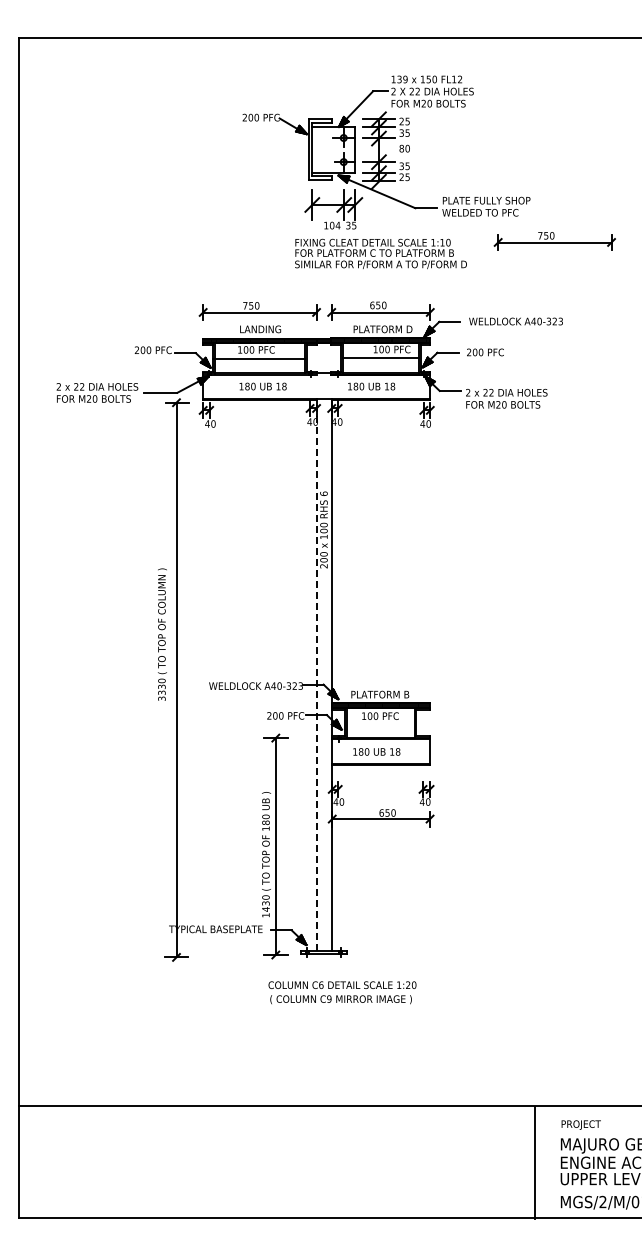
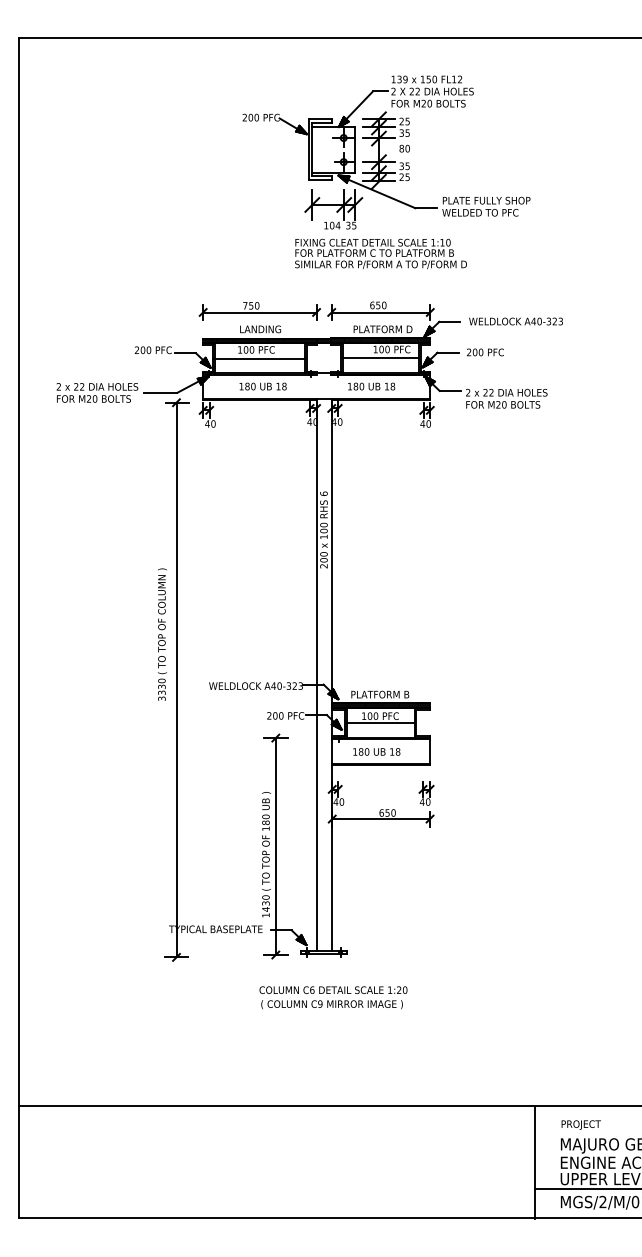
part at (554, 241): present -> none
line at (316, 675): dashed -> solid
line at (380, 722): none -> present
text at (342, 992) position: (342, 992) -> (333, 997)
line at (586, 1189): none -> present
